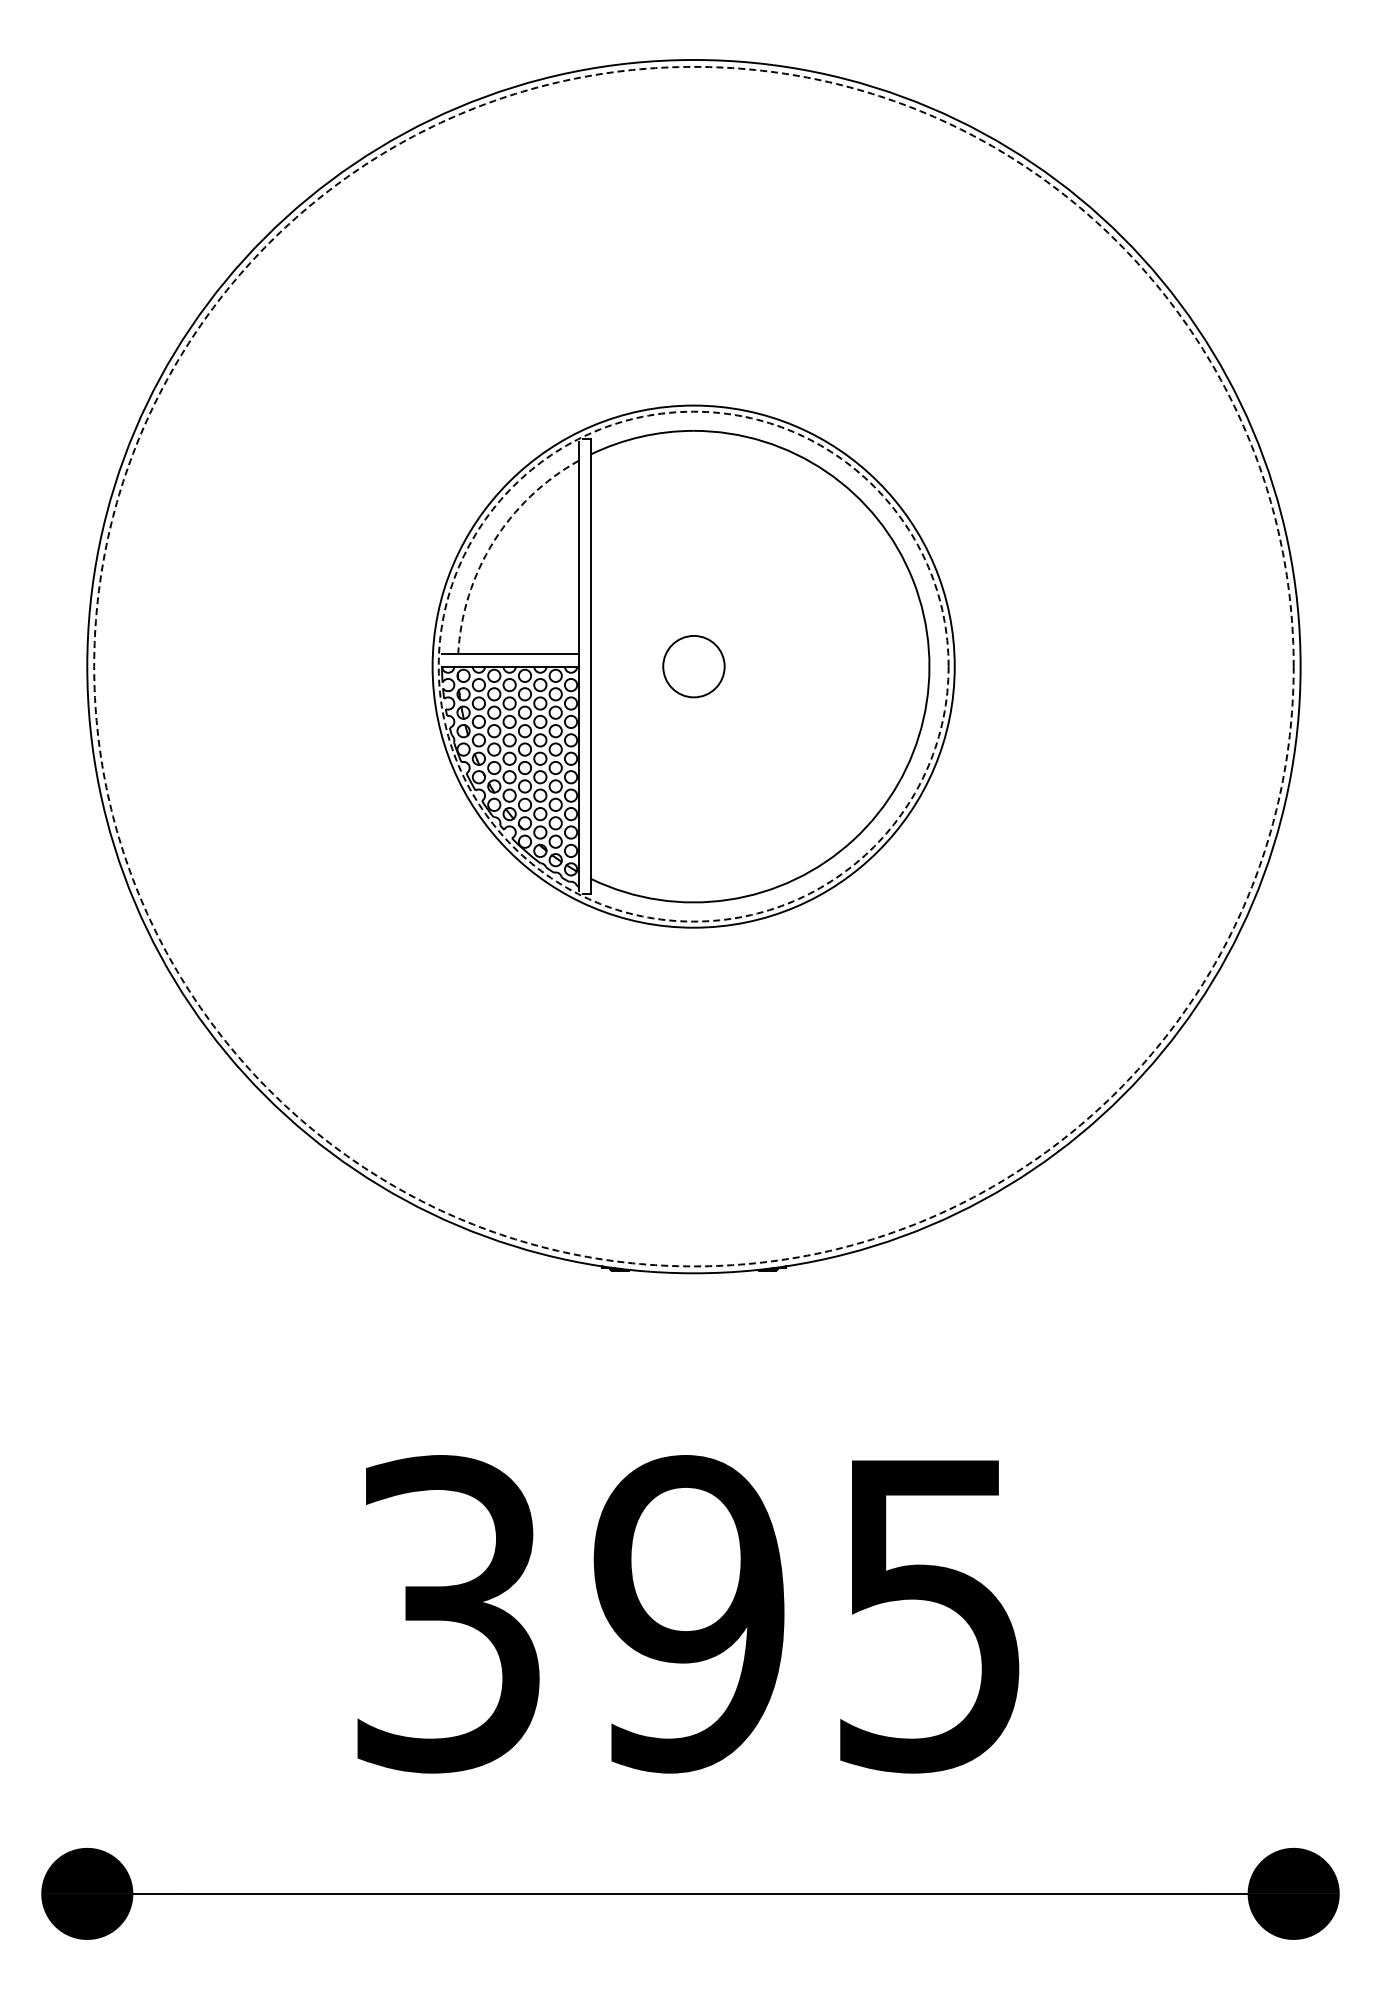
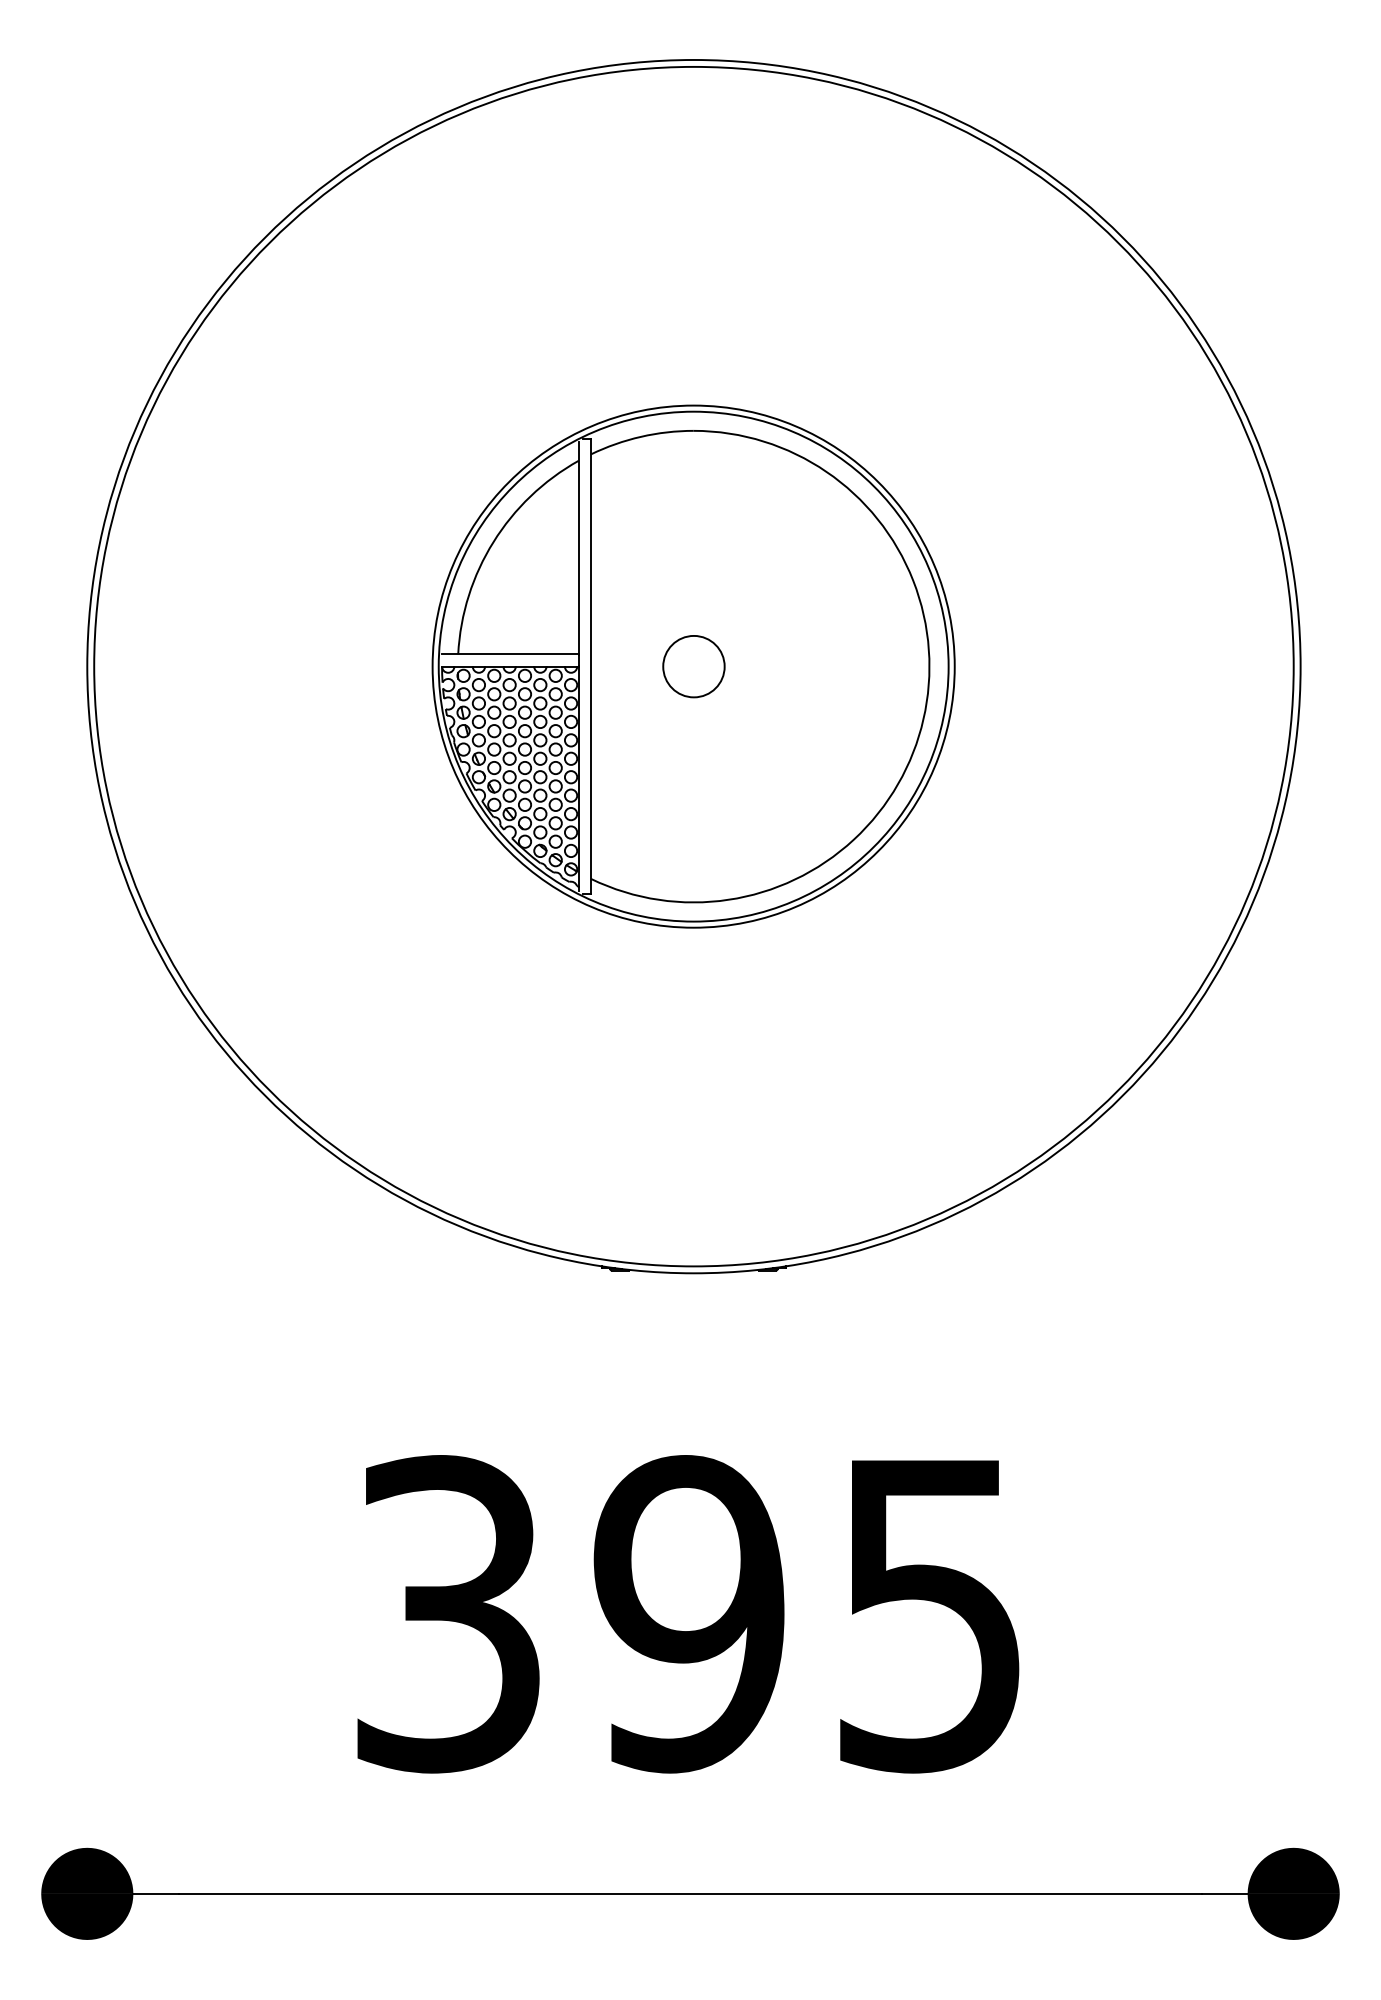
arc at (493, 542): dashed -> solid
circle at (693, 666): dashed -> solid
circle at (693, 666): dashed -> solid
